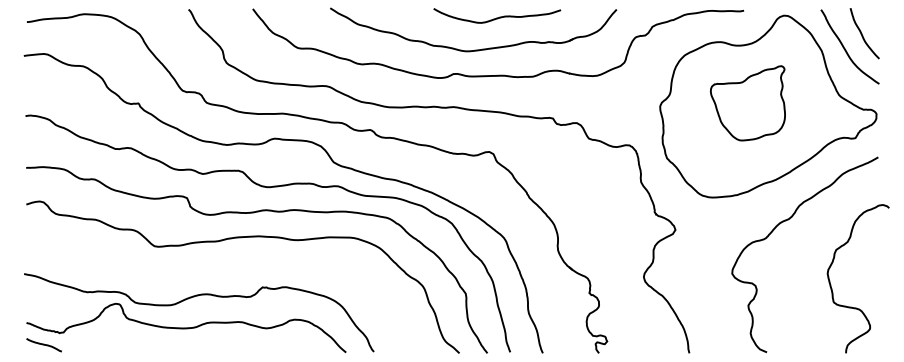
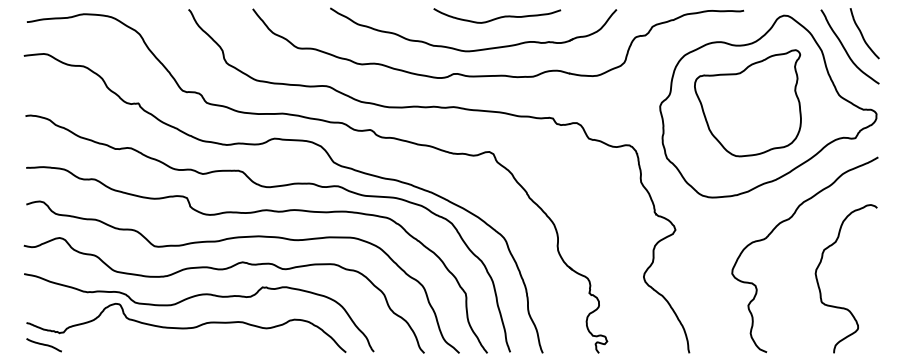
part at (747, 103) size: 76x77 px -> 108x109 px
curve at (223, 270): none -> present
curve at (831, 284) position: (831, 284) -> (819, 284)
